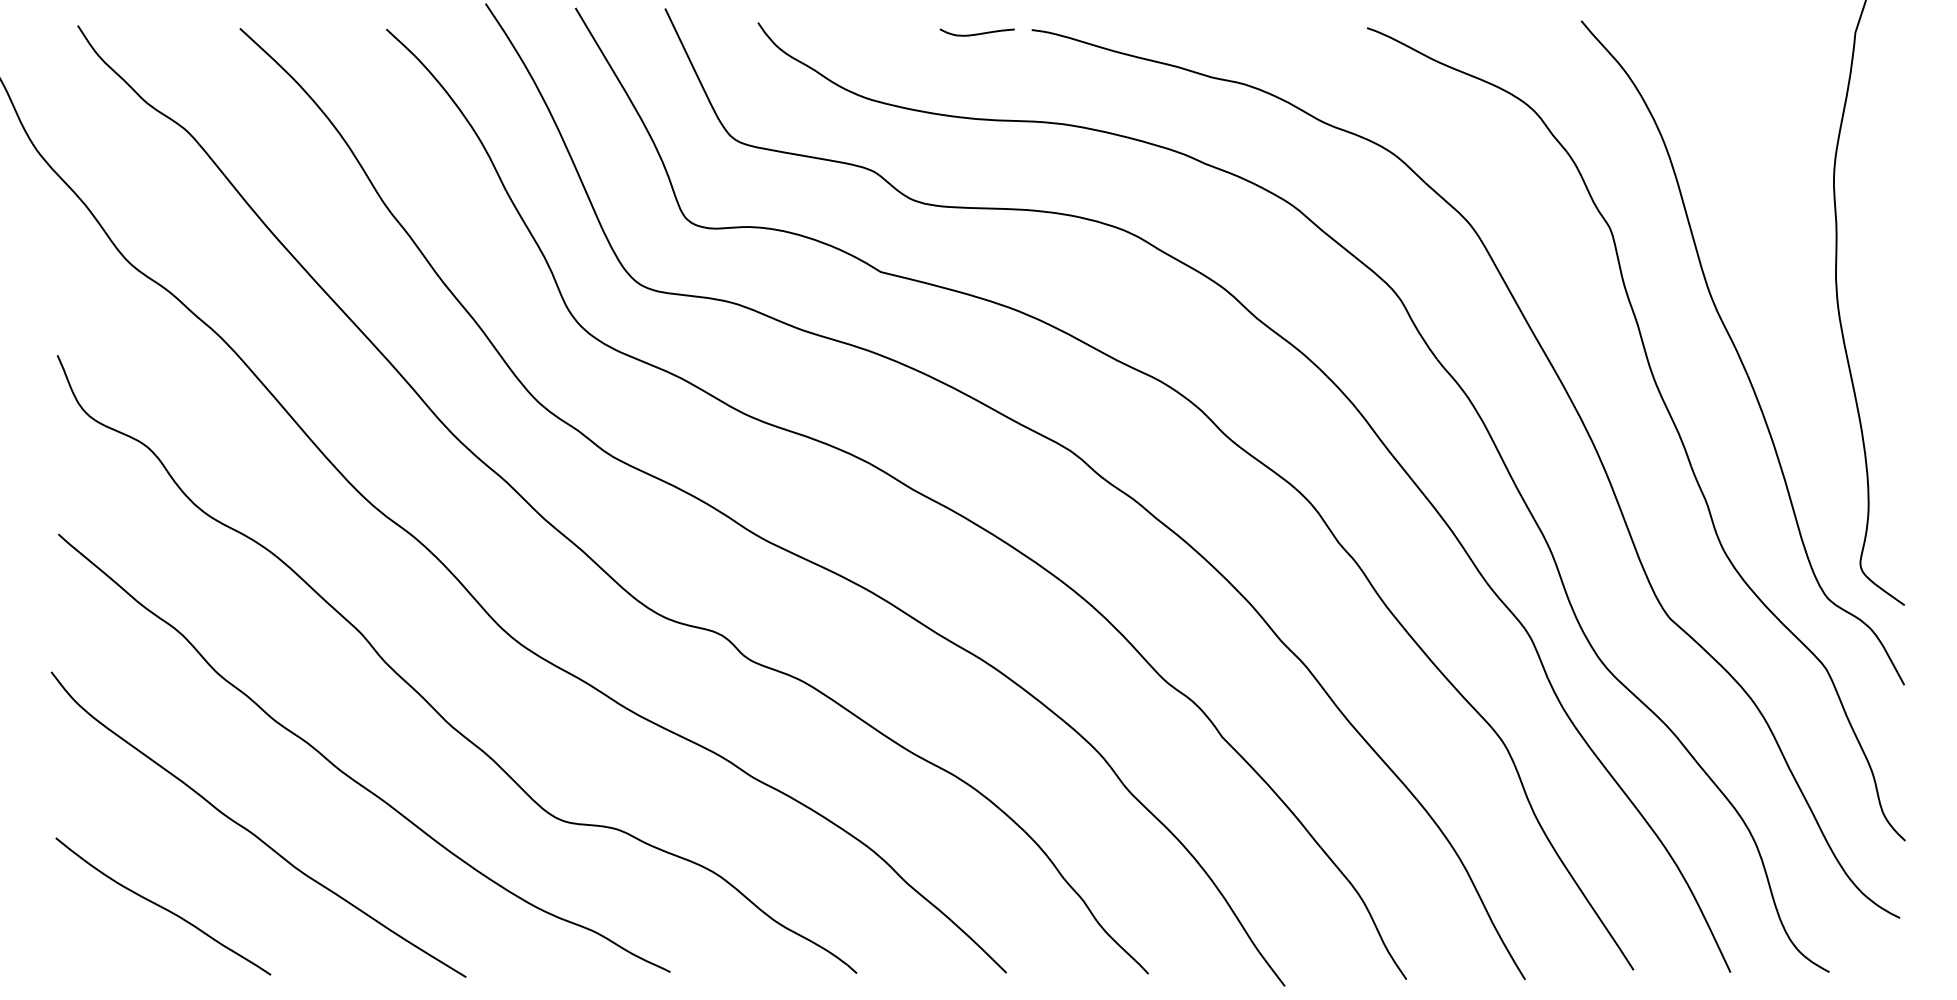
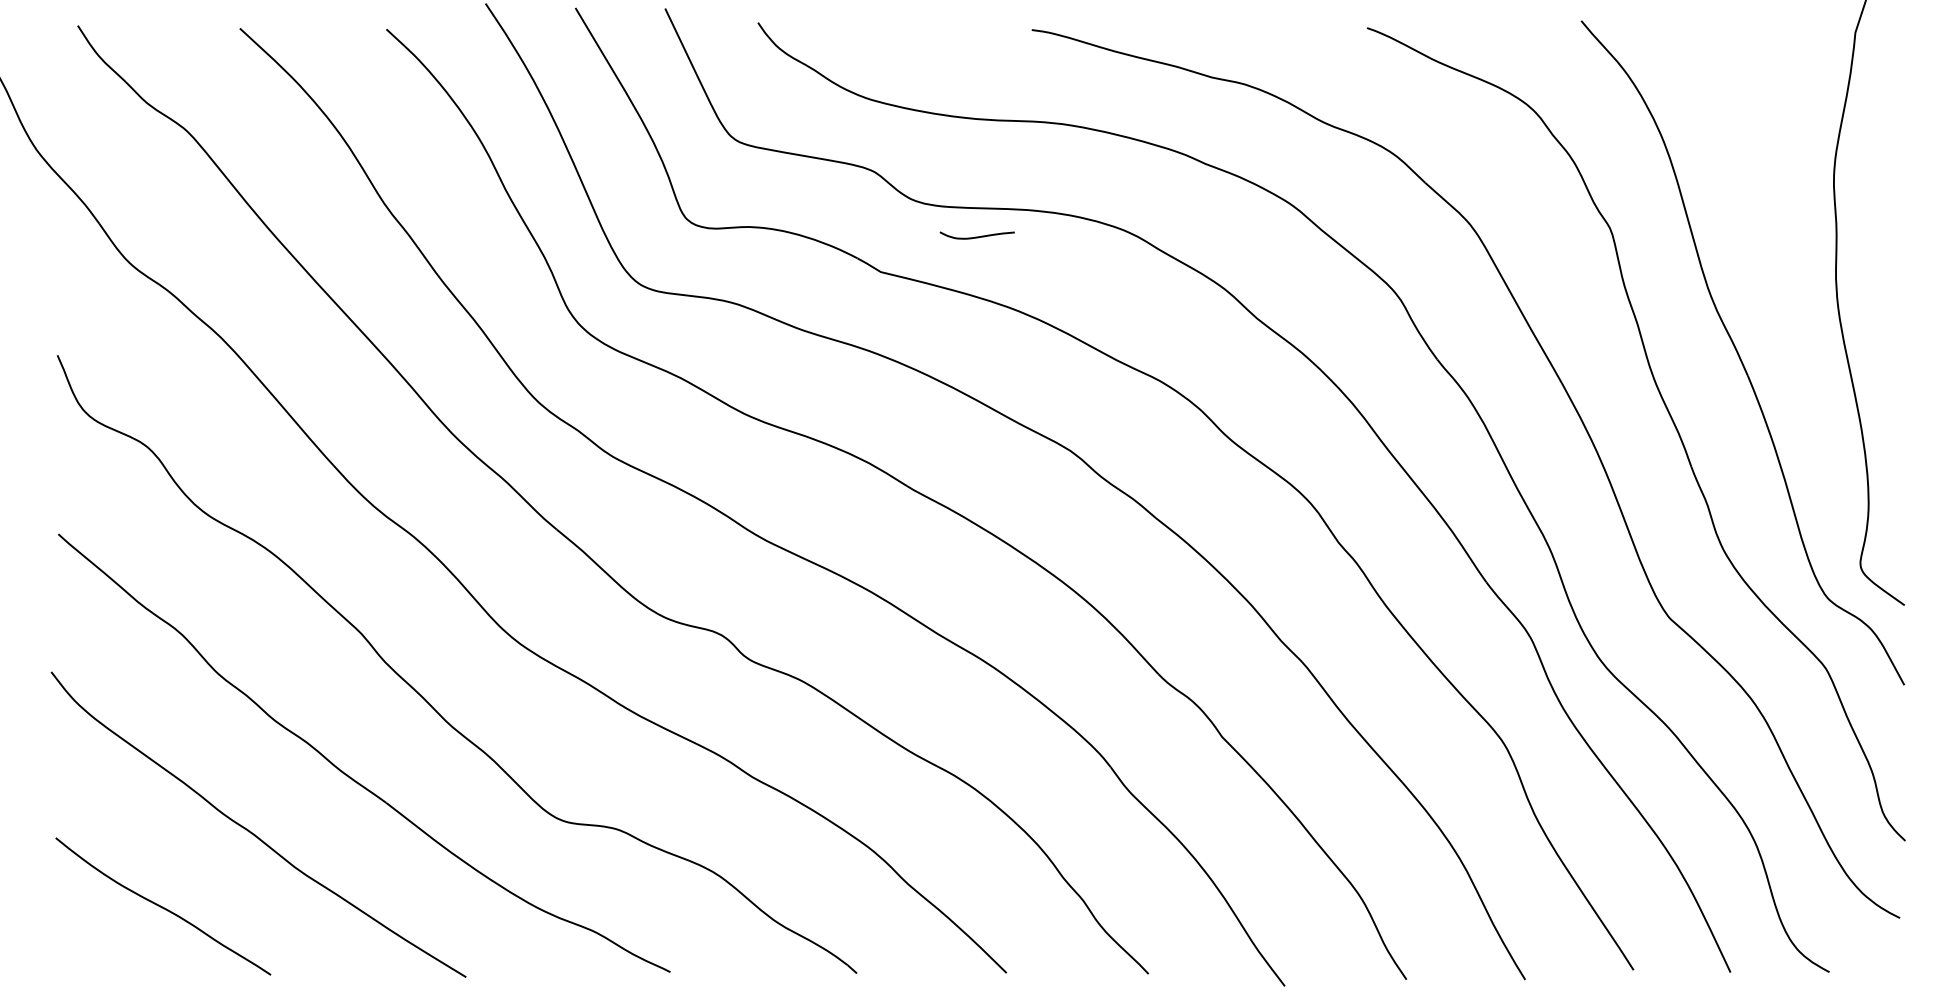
curve at (976, 33) position: (976, 33) -> (976, 236)
